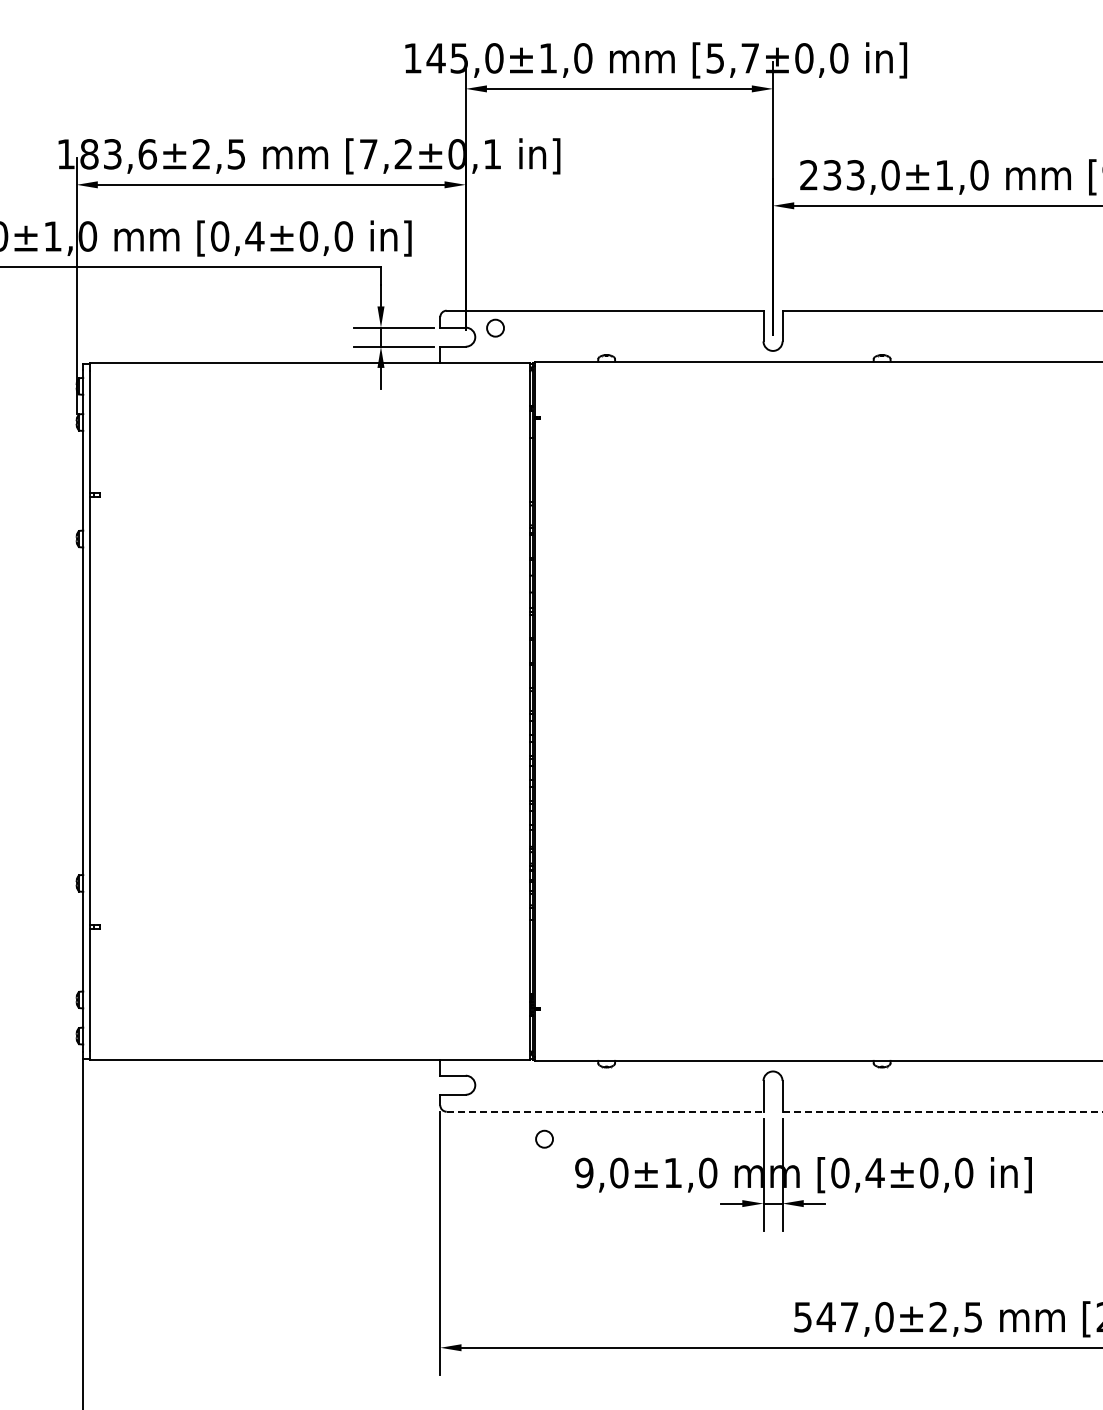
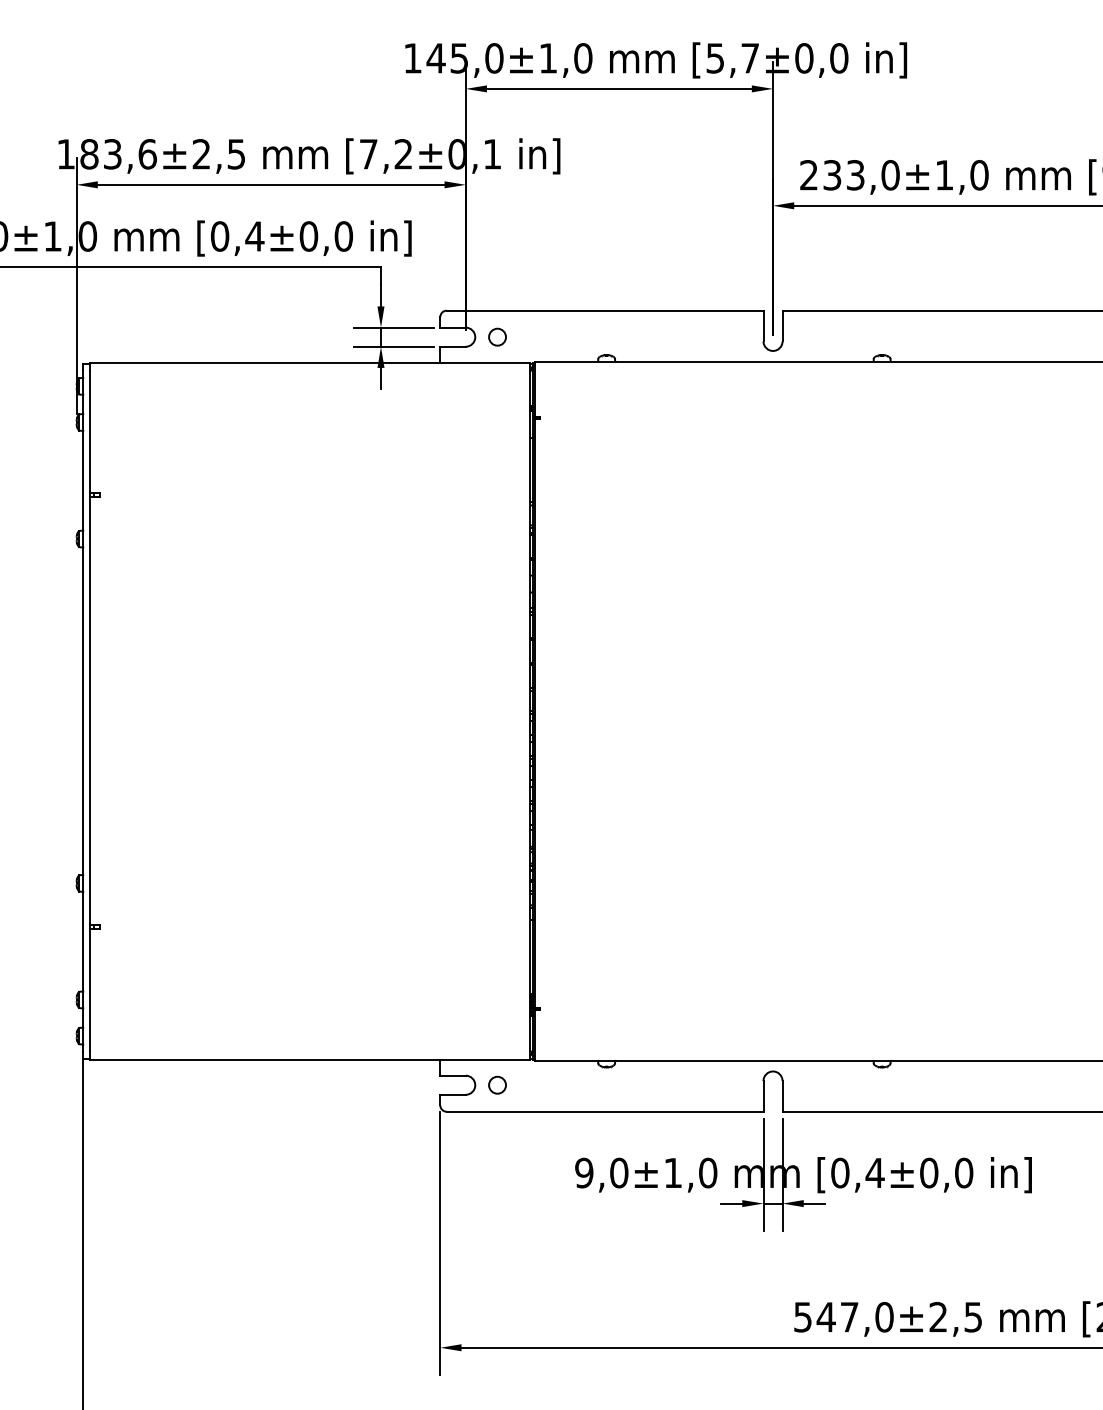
circle at (495, 327) position: (495, 327) -> (497, 336)
line at (605, 1111): dashed -> solid
line at (942, 1111): dashed -> solid
circle at (544, 1138) position: (544, 1138) -> (497, 1084)
